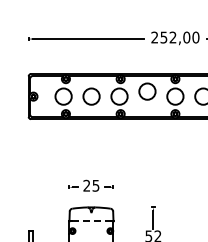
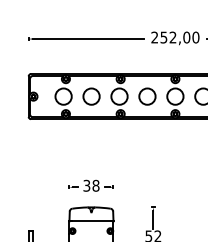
circle at (147, 91) position: (147, 91) -> (147, 96)
text at (91, 185): 25 -> 38
line at (91, 221): dashed -> solid
